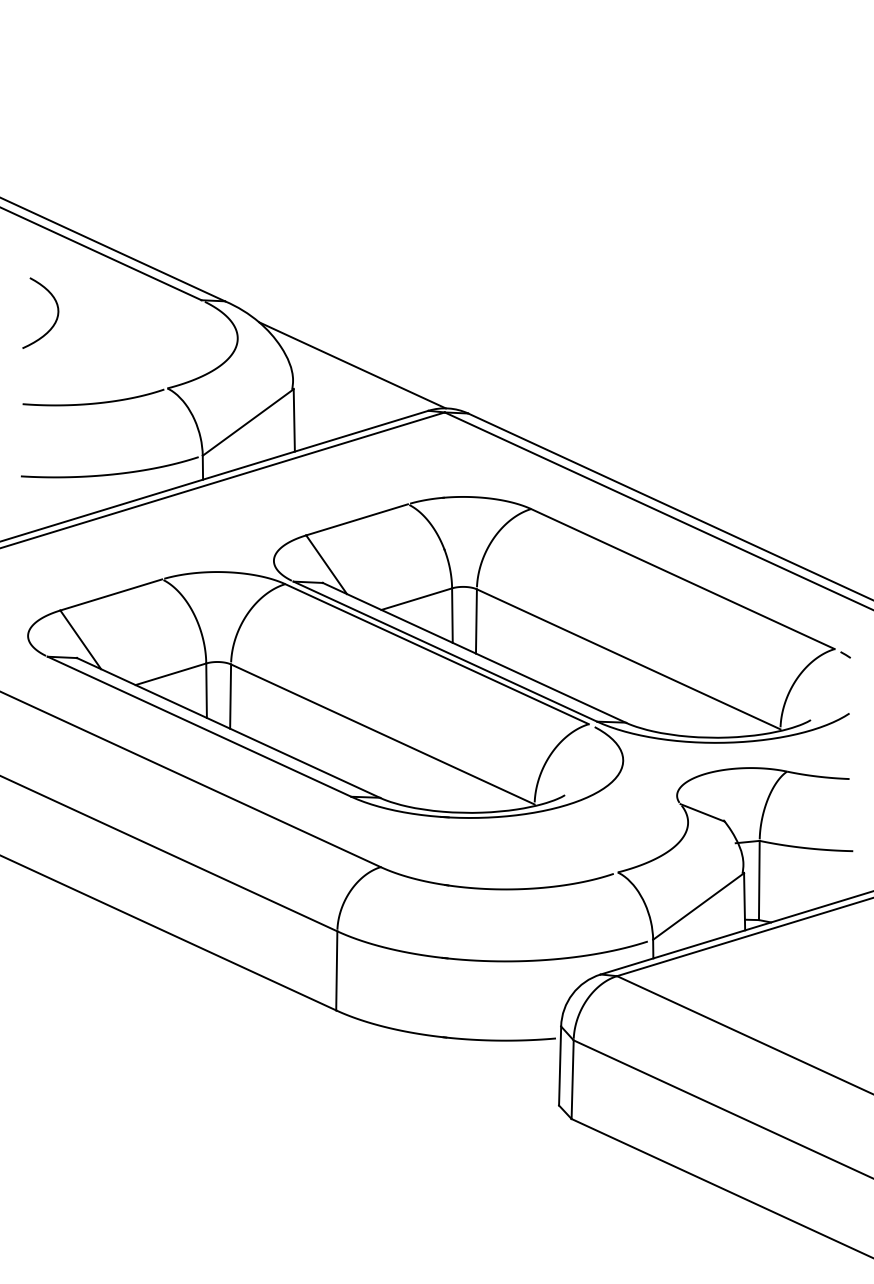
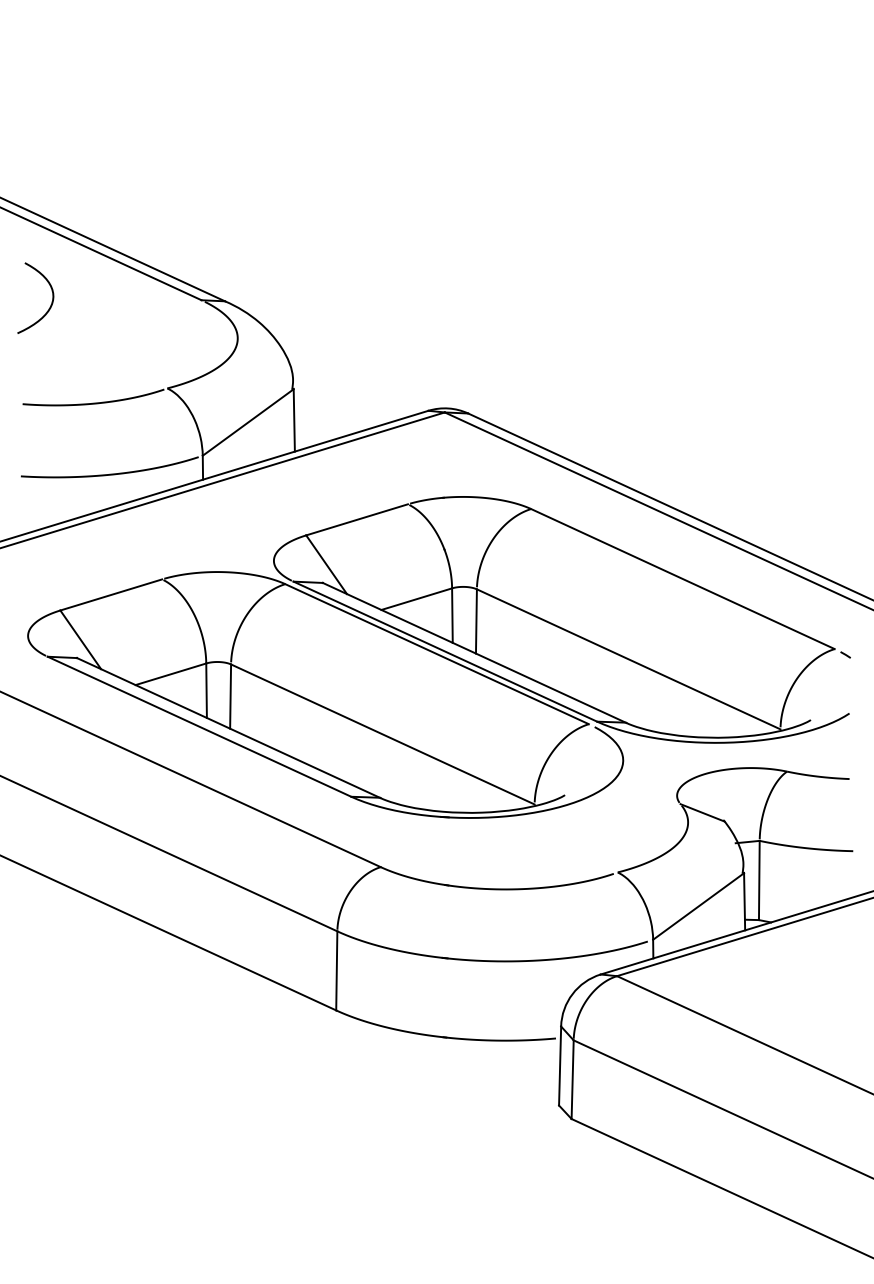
curve at (56, 316) position: (56, 316) -> (51, 301)
line at (352, 365): present -> none
